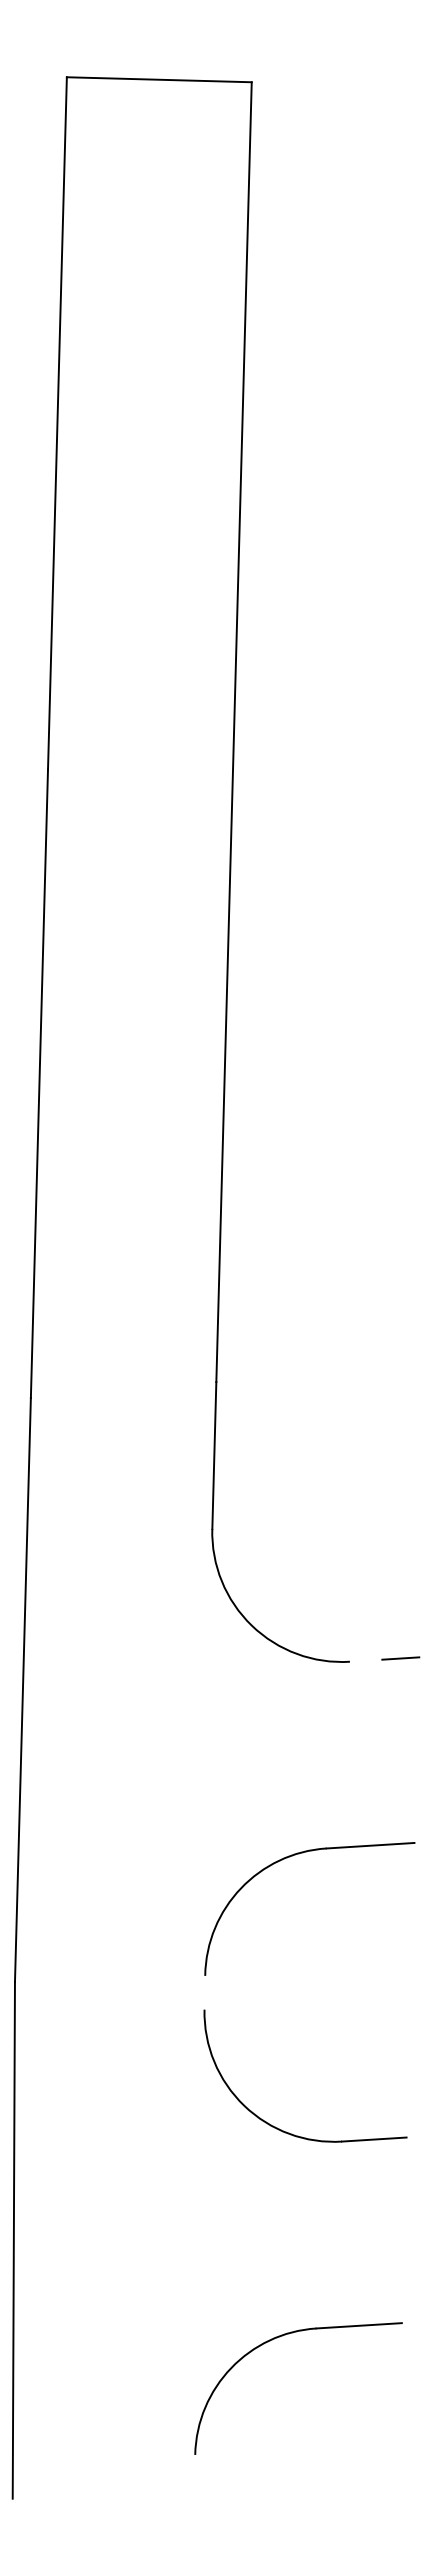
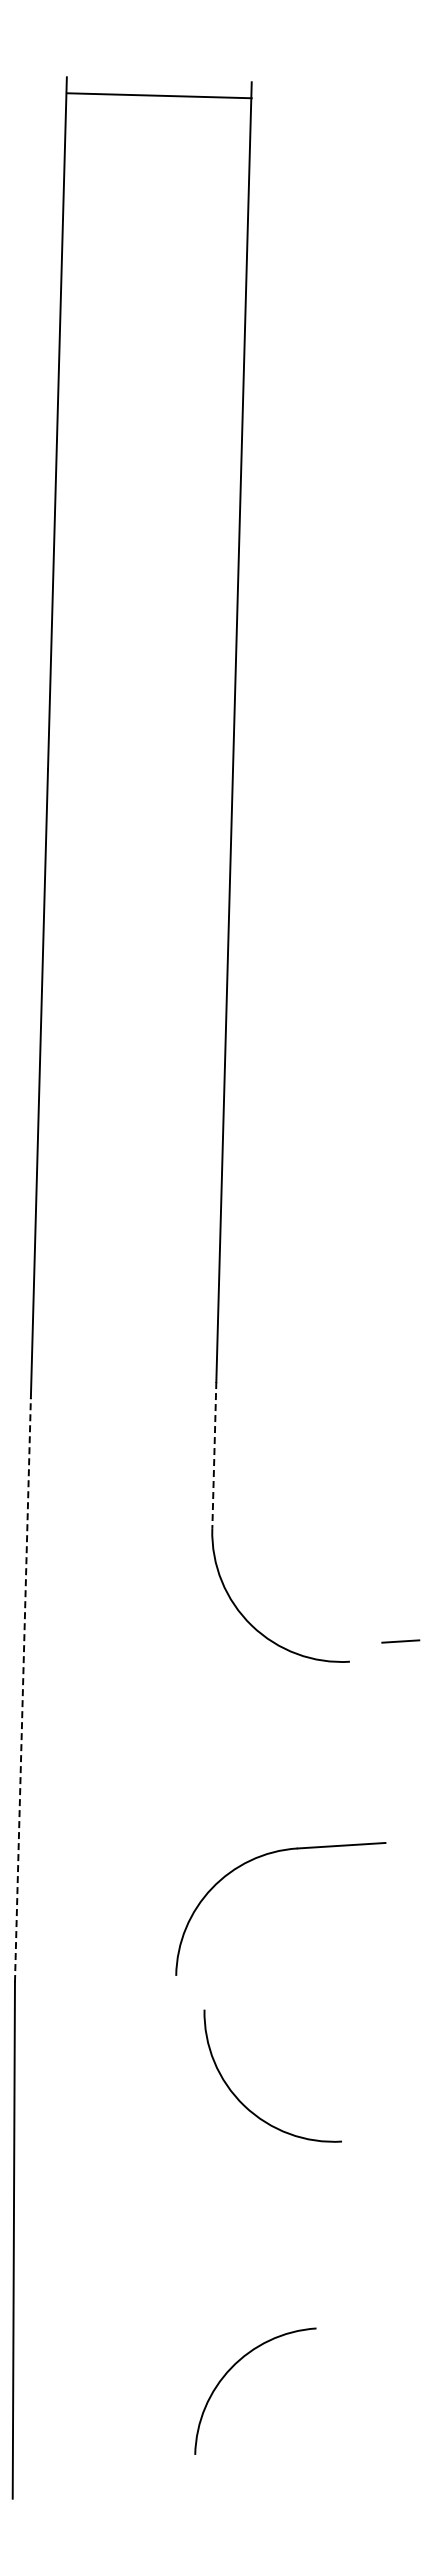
line at (158, 79) position: (158, 79) -> (158, 95)
line at (214, 1455): solid -> dashed
line at (400, 1658) position: (400, 1658) -> (400, 1641)
line at (22, 1689): solid -> dashed
part at (290, 1857) position: (290, 1857) -> (261, 1857)
line at (374, 2139): present -> none
line at (358, 2325): present -> none
